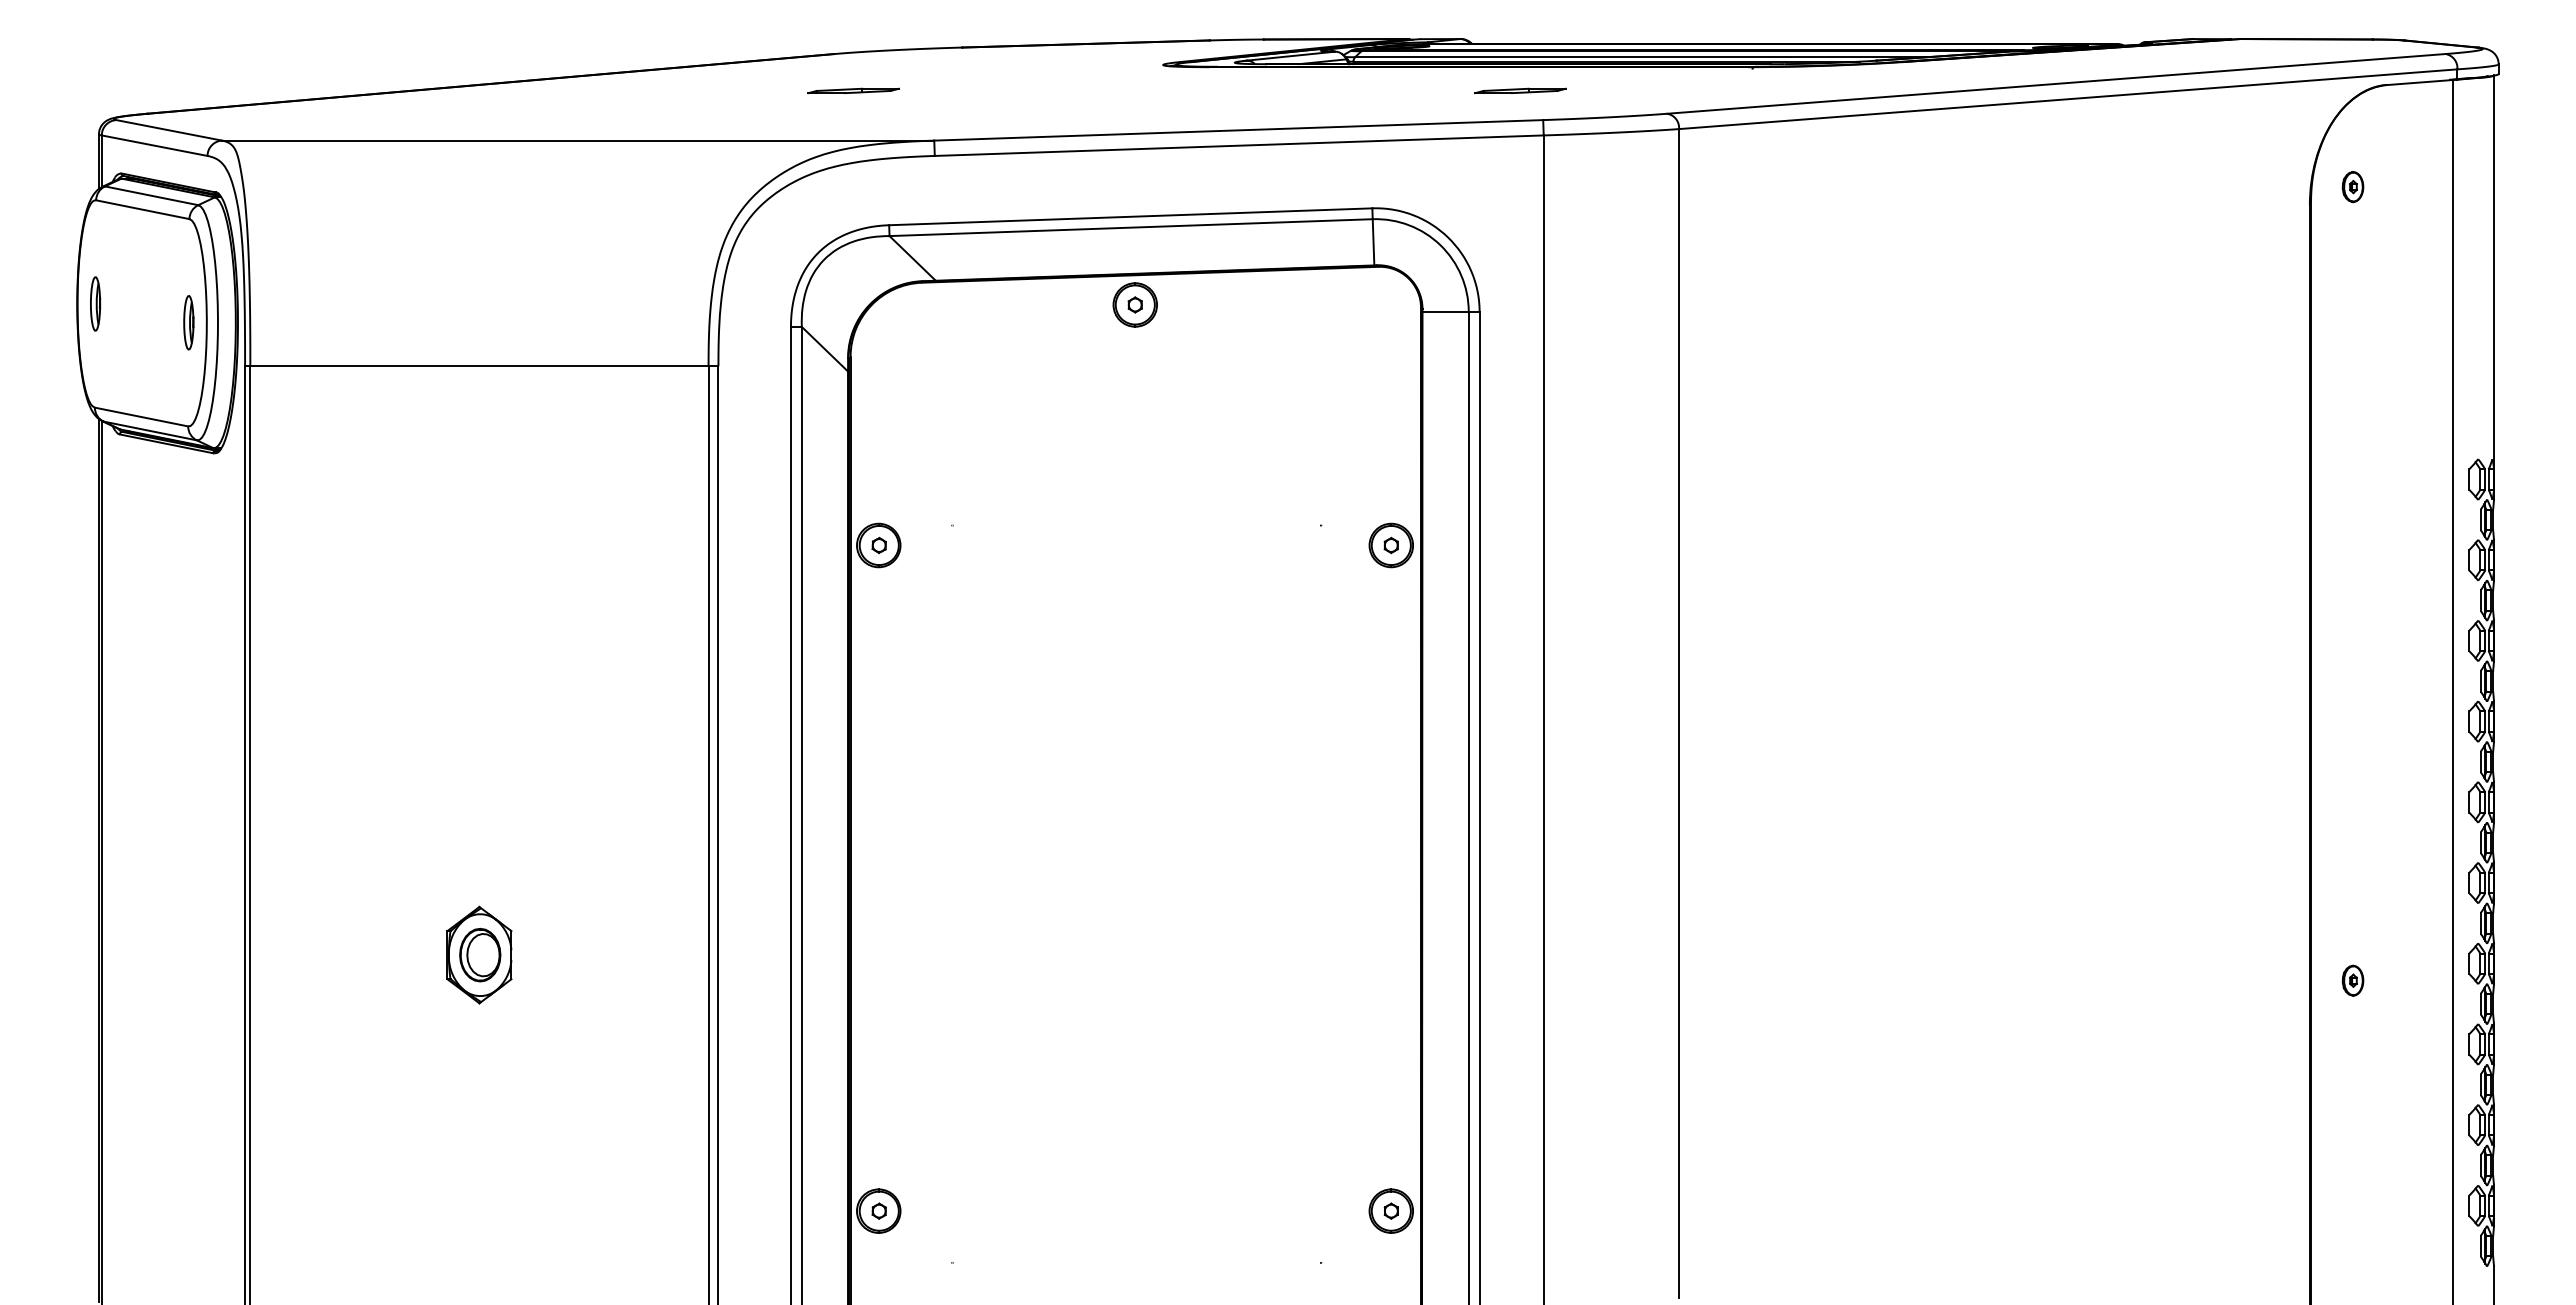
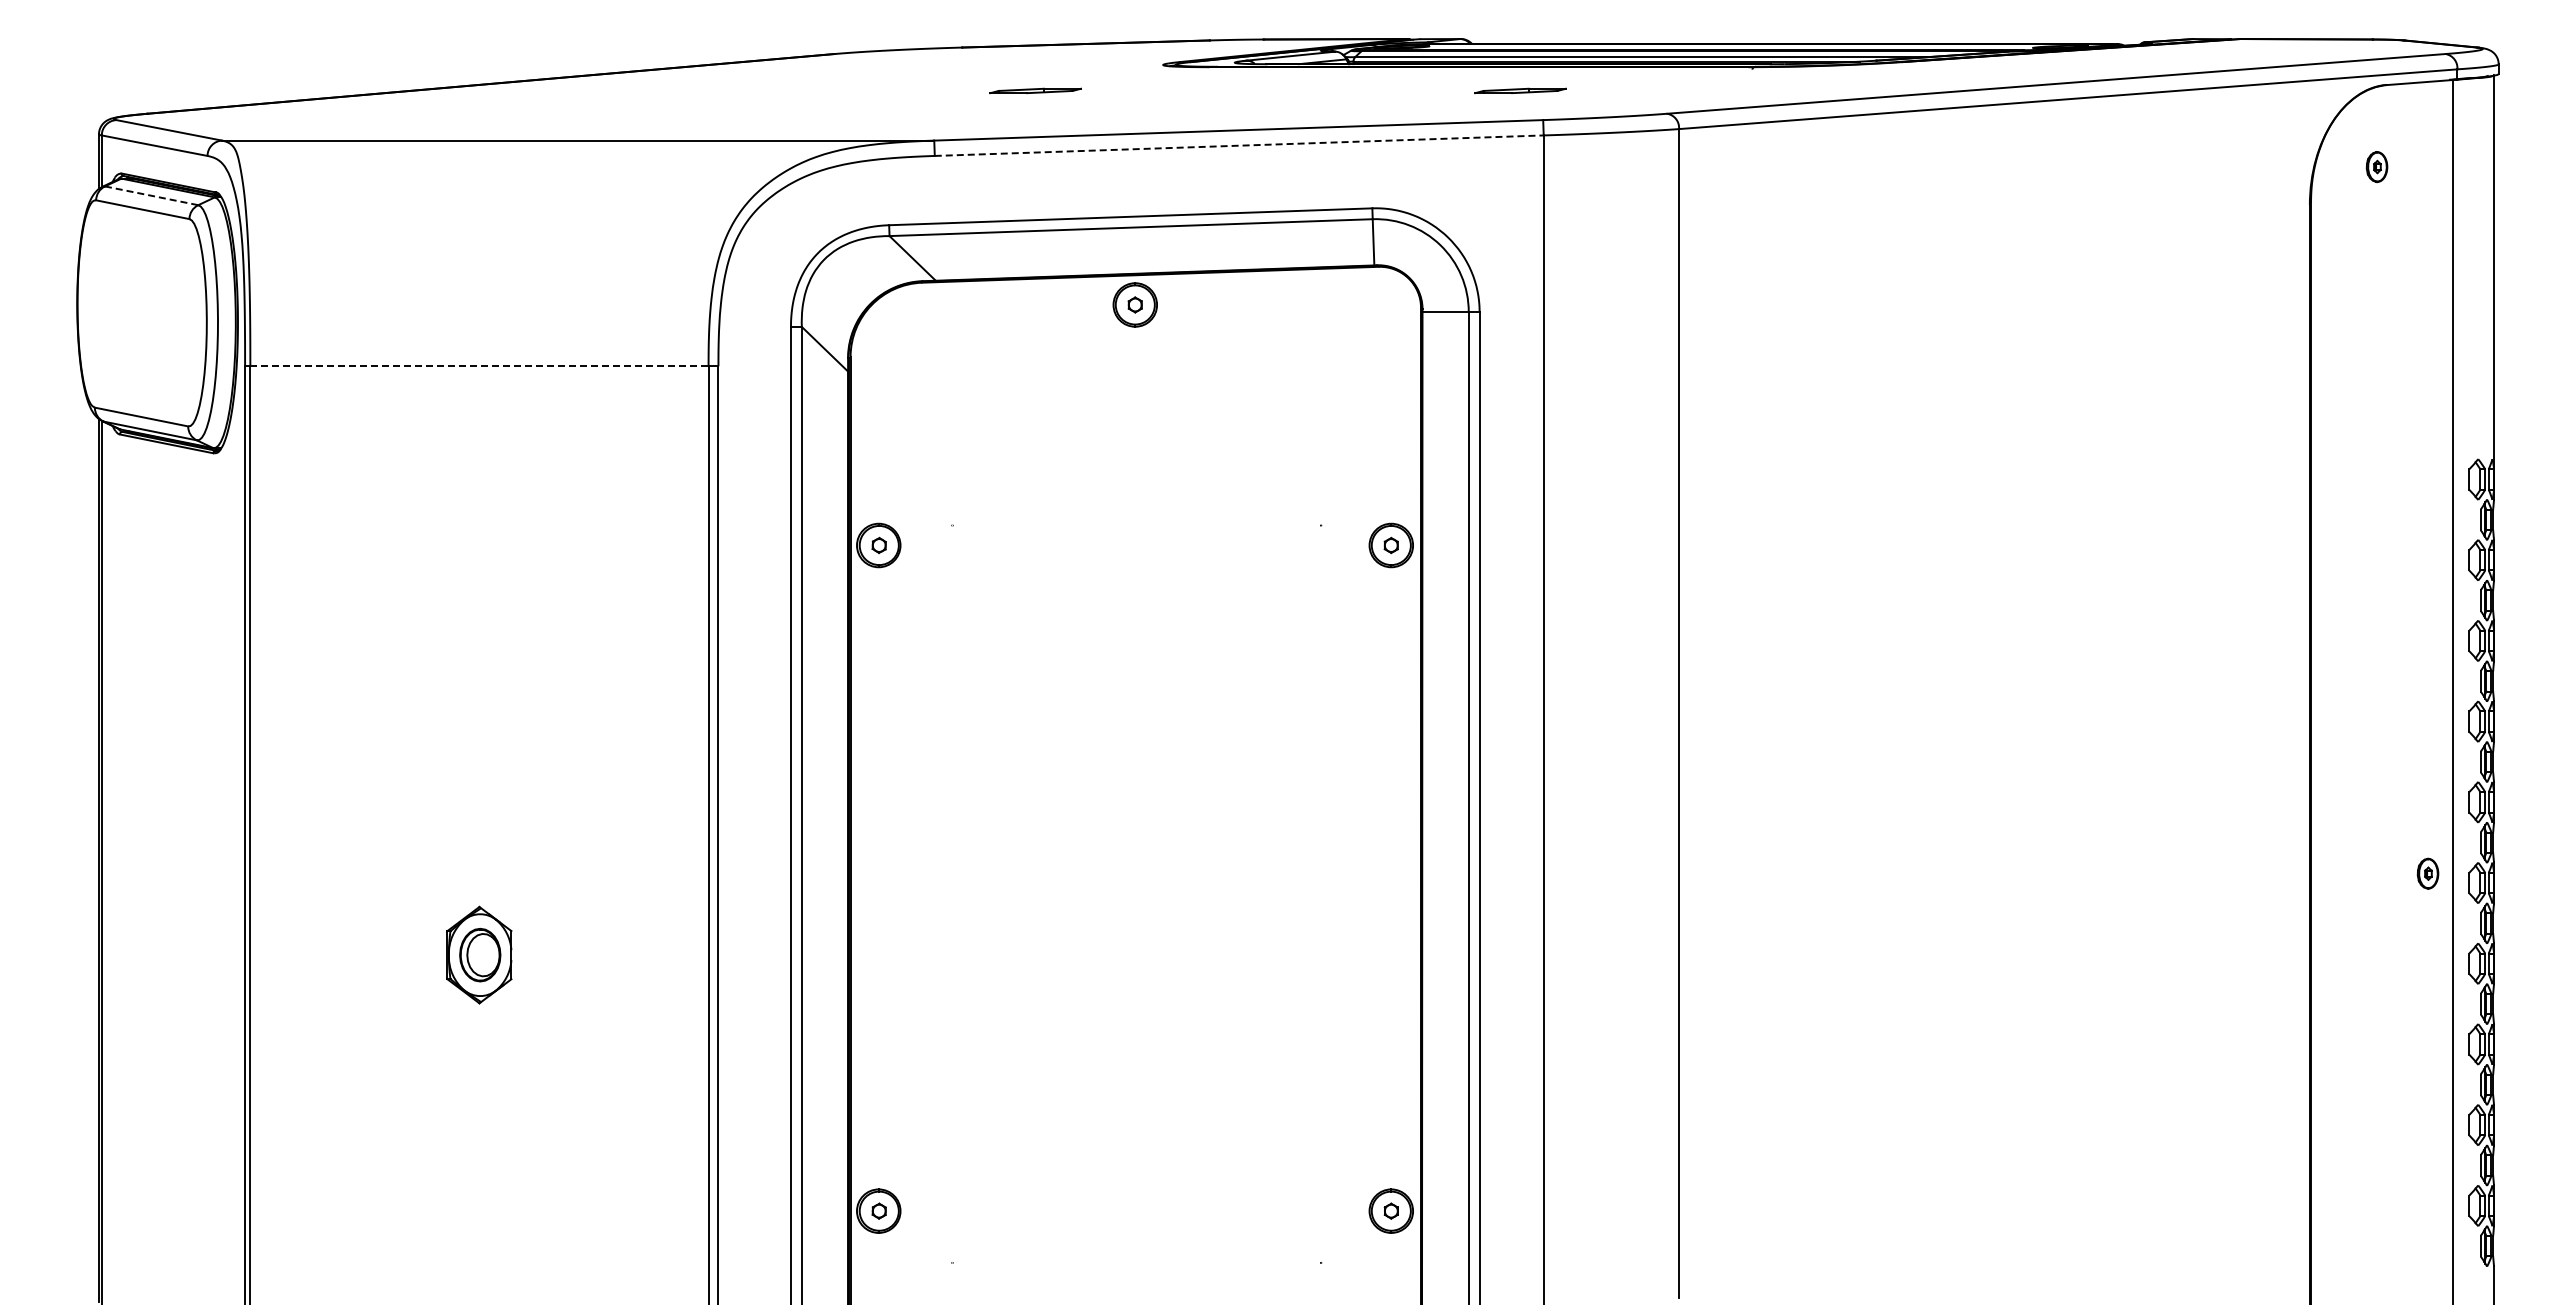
part at (853, 90) position: (853, 90) -> (1035, 90)
line at (1239, 145): solid -> dashed
part at (2352, 187) position: (2352, 187) -> (2376, 167)
line at (151, 195): solid -> dashed
part at (95, 303): present -> none
part at (188, 322): present -> none
line at (479, 366): solid -> dashed
part at (2352, 980) position: (2352, 980) -> (2427, 873)
